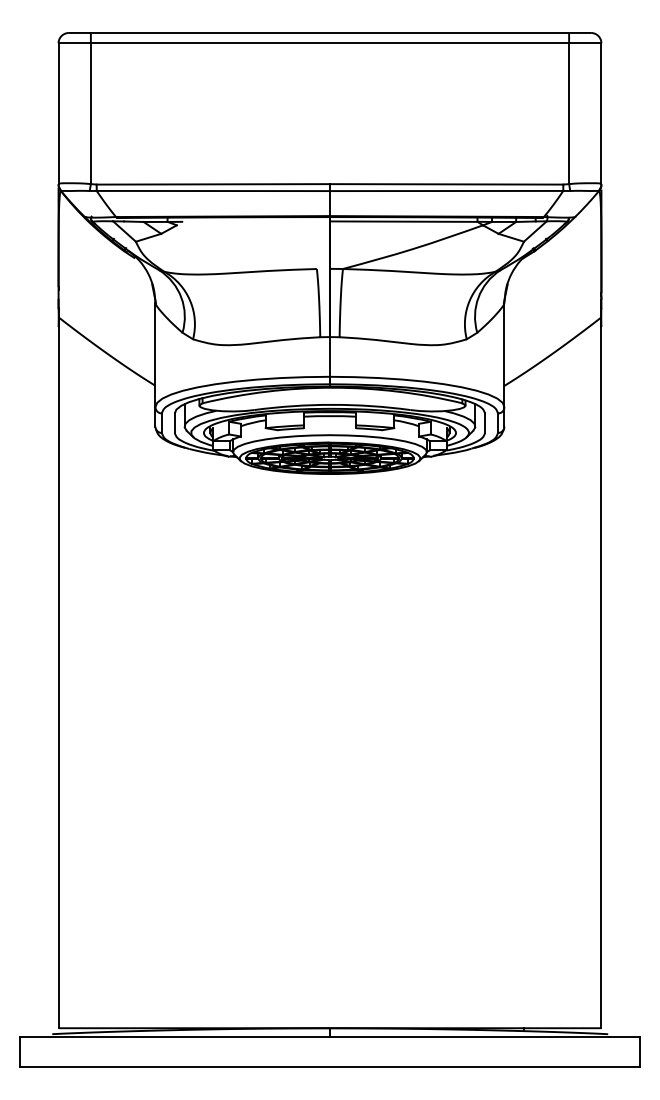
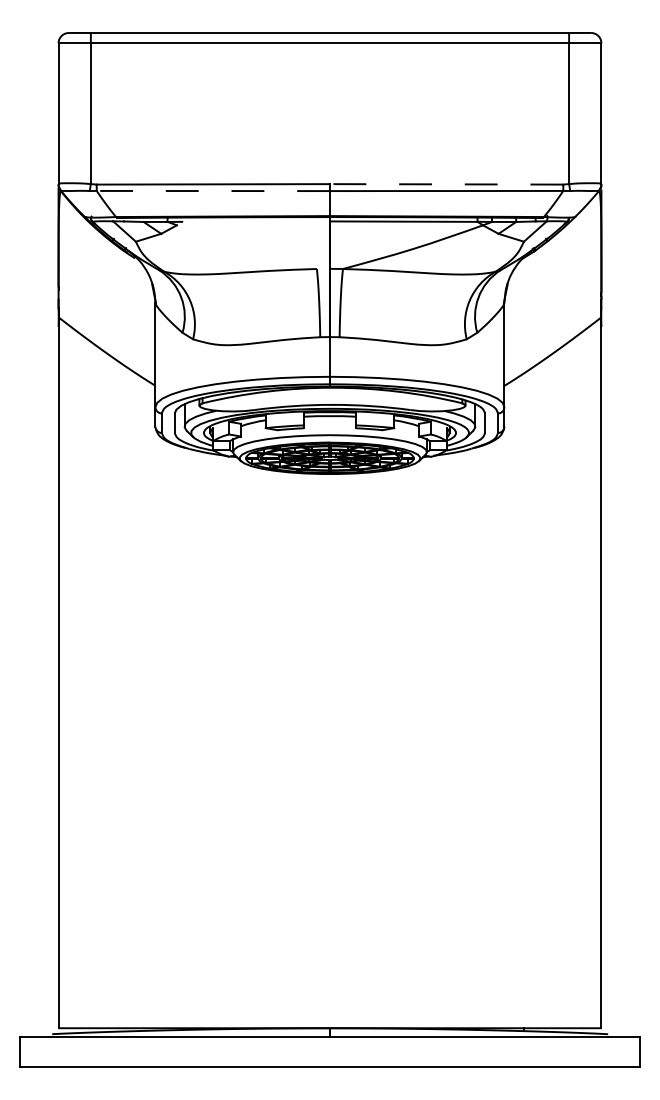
line at (446, 184): solid -> dashed
line at (213, 191): solid -> dashed
